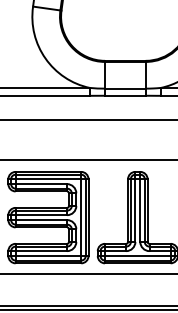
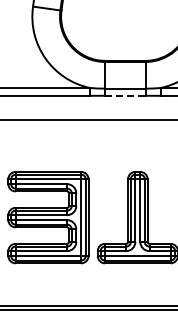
line at (125, 95): solid -> dashed
line at (88, 159): present -> none
line at (88, 273): present -> none
